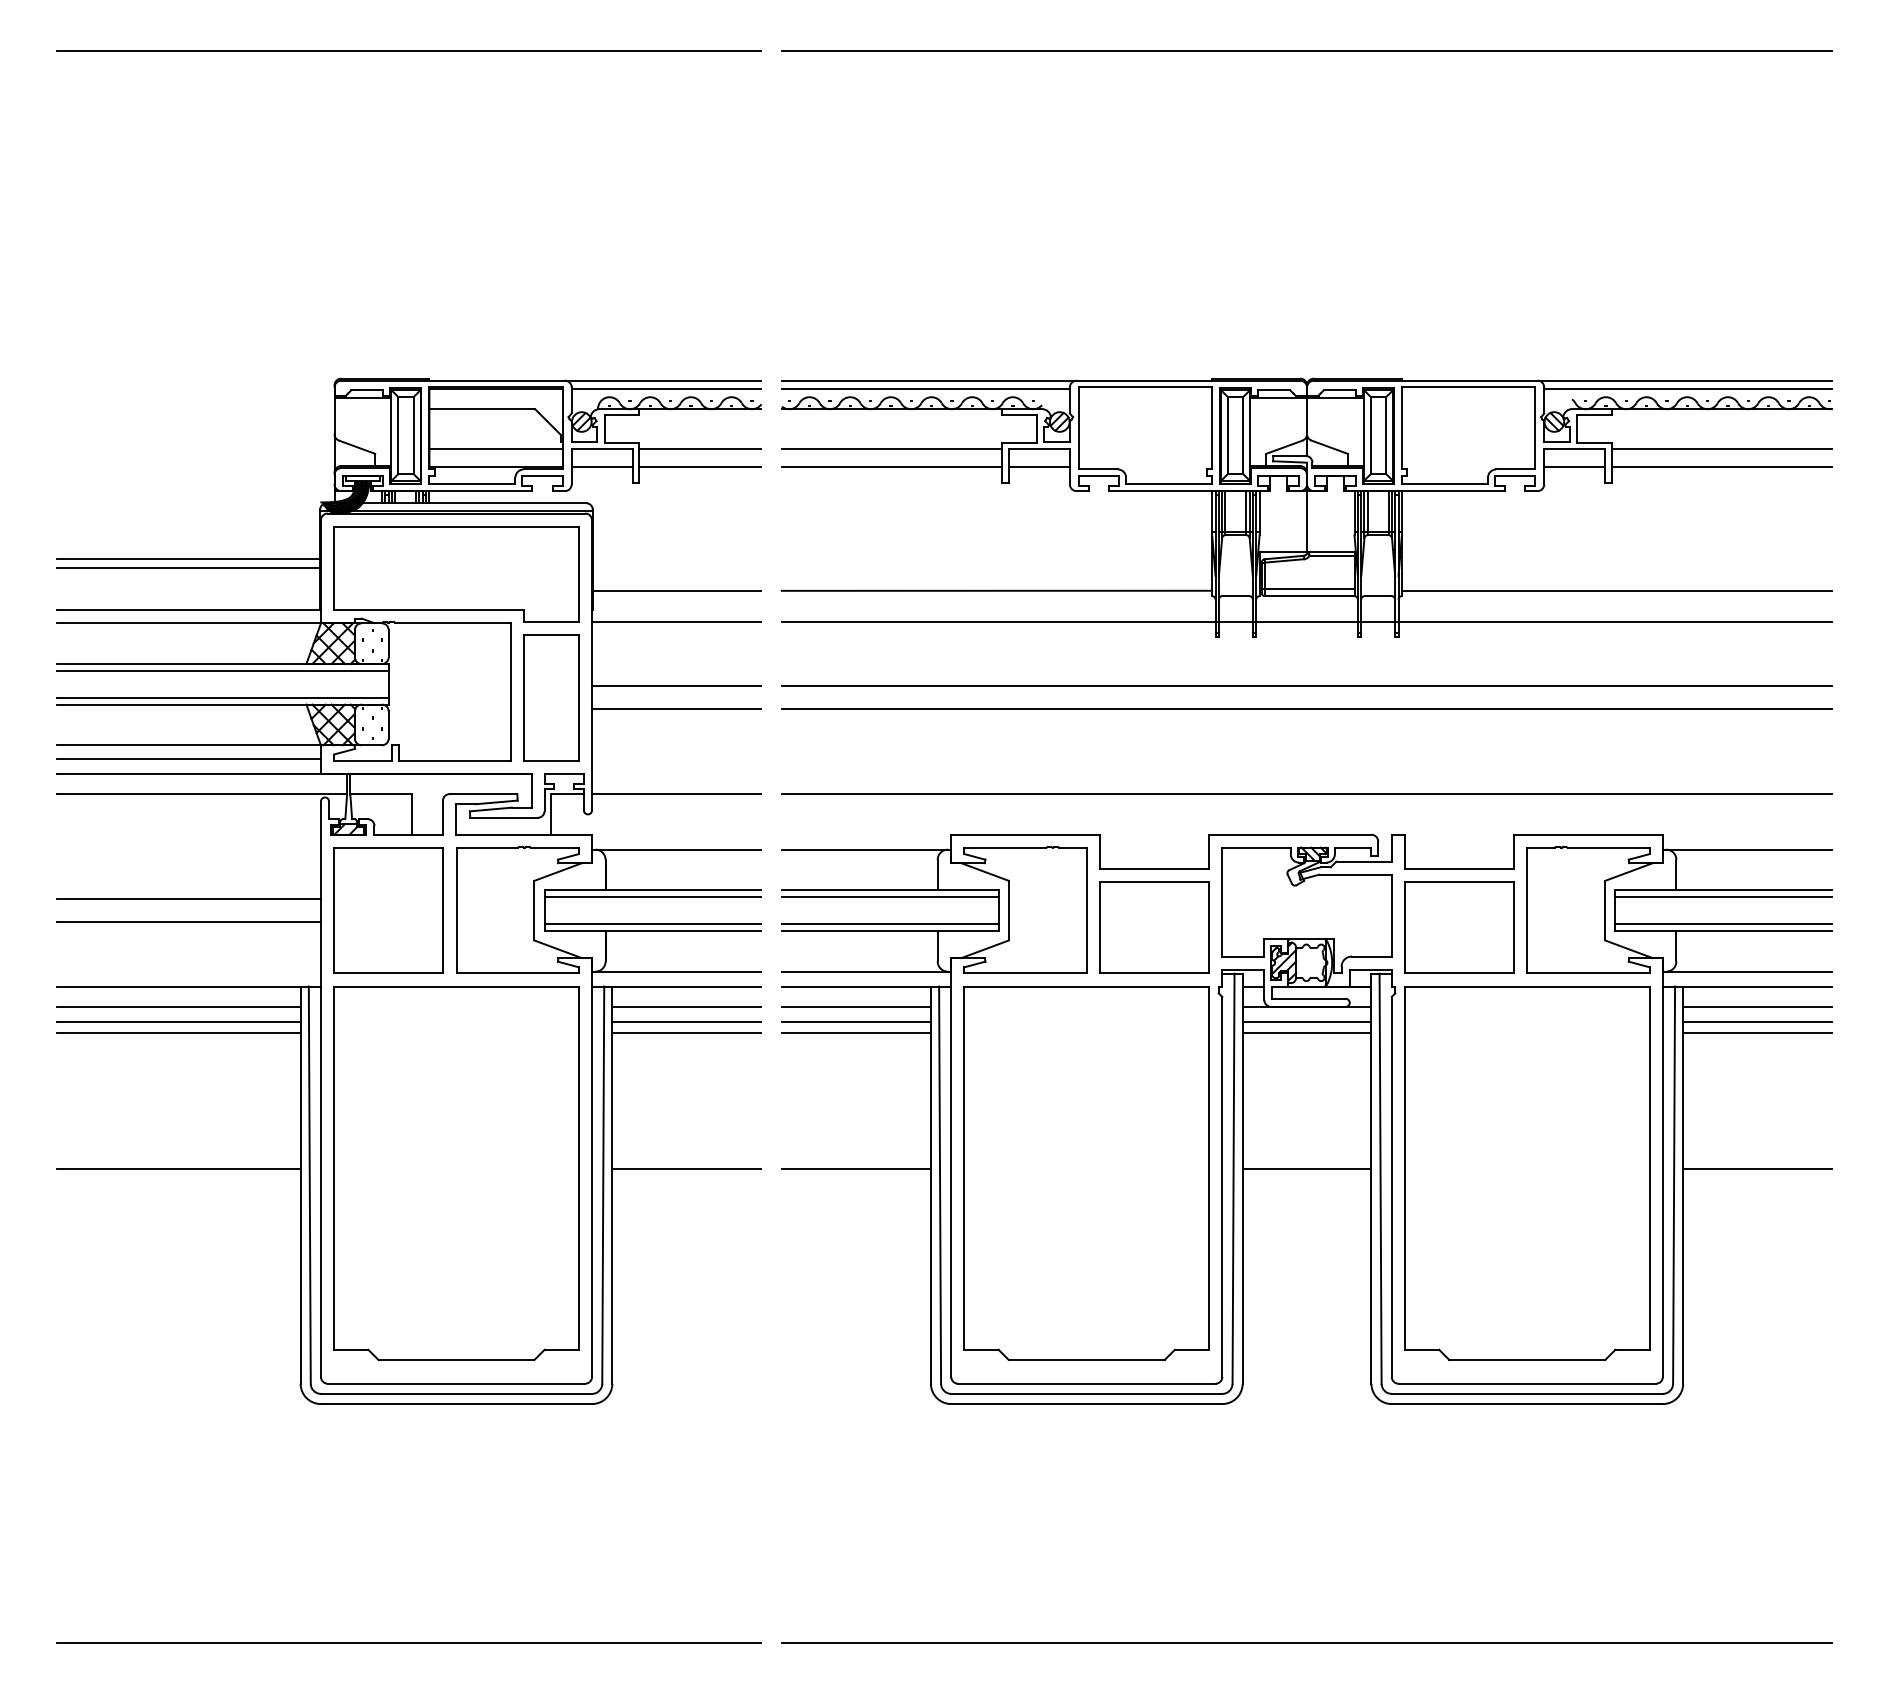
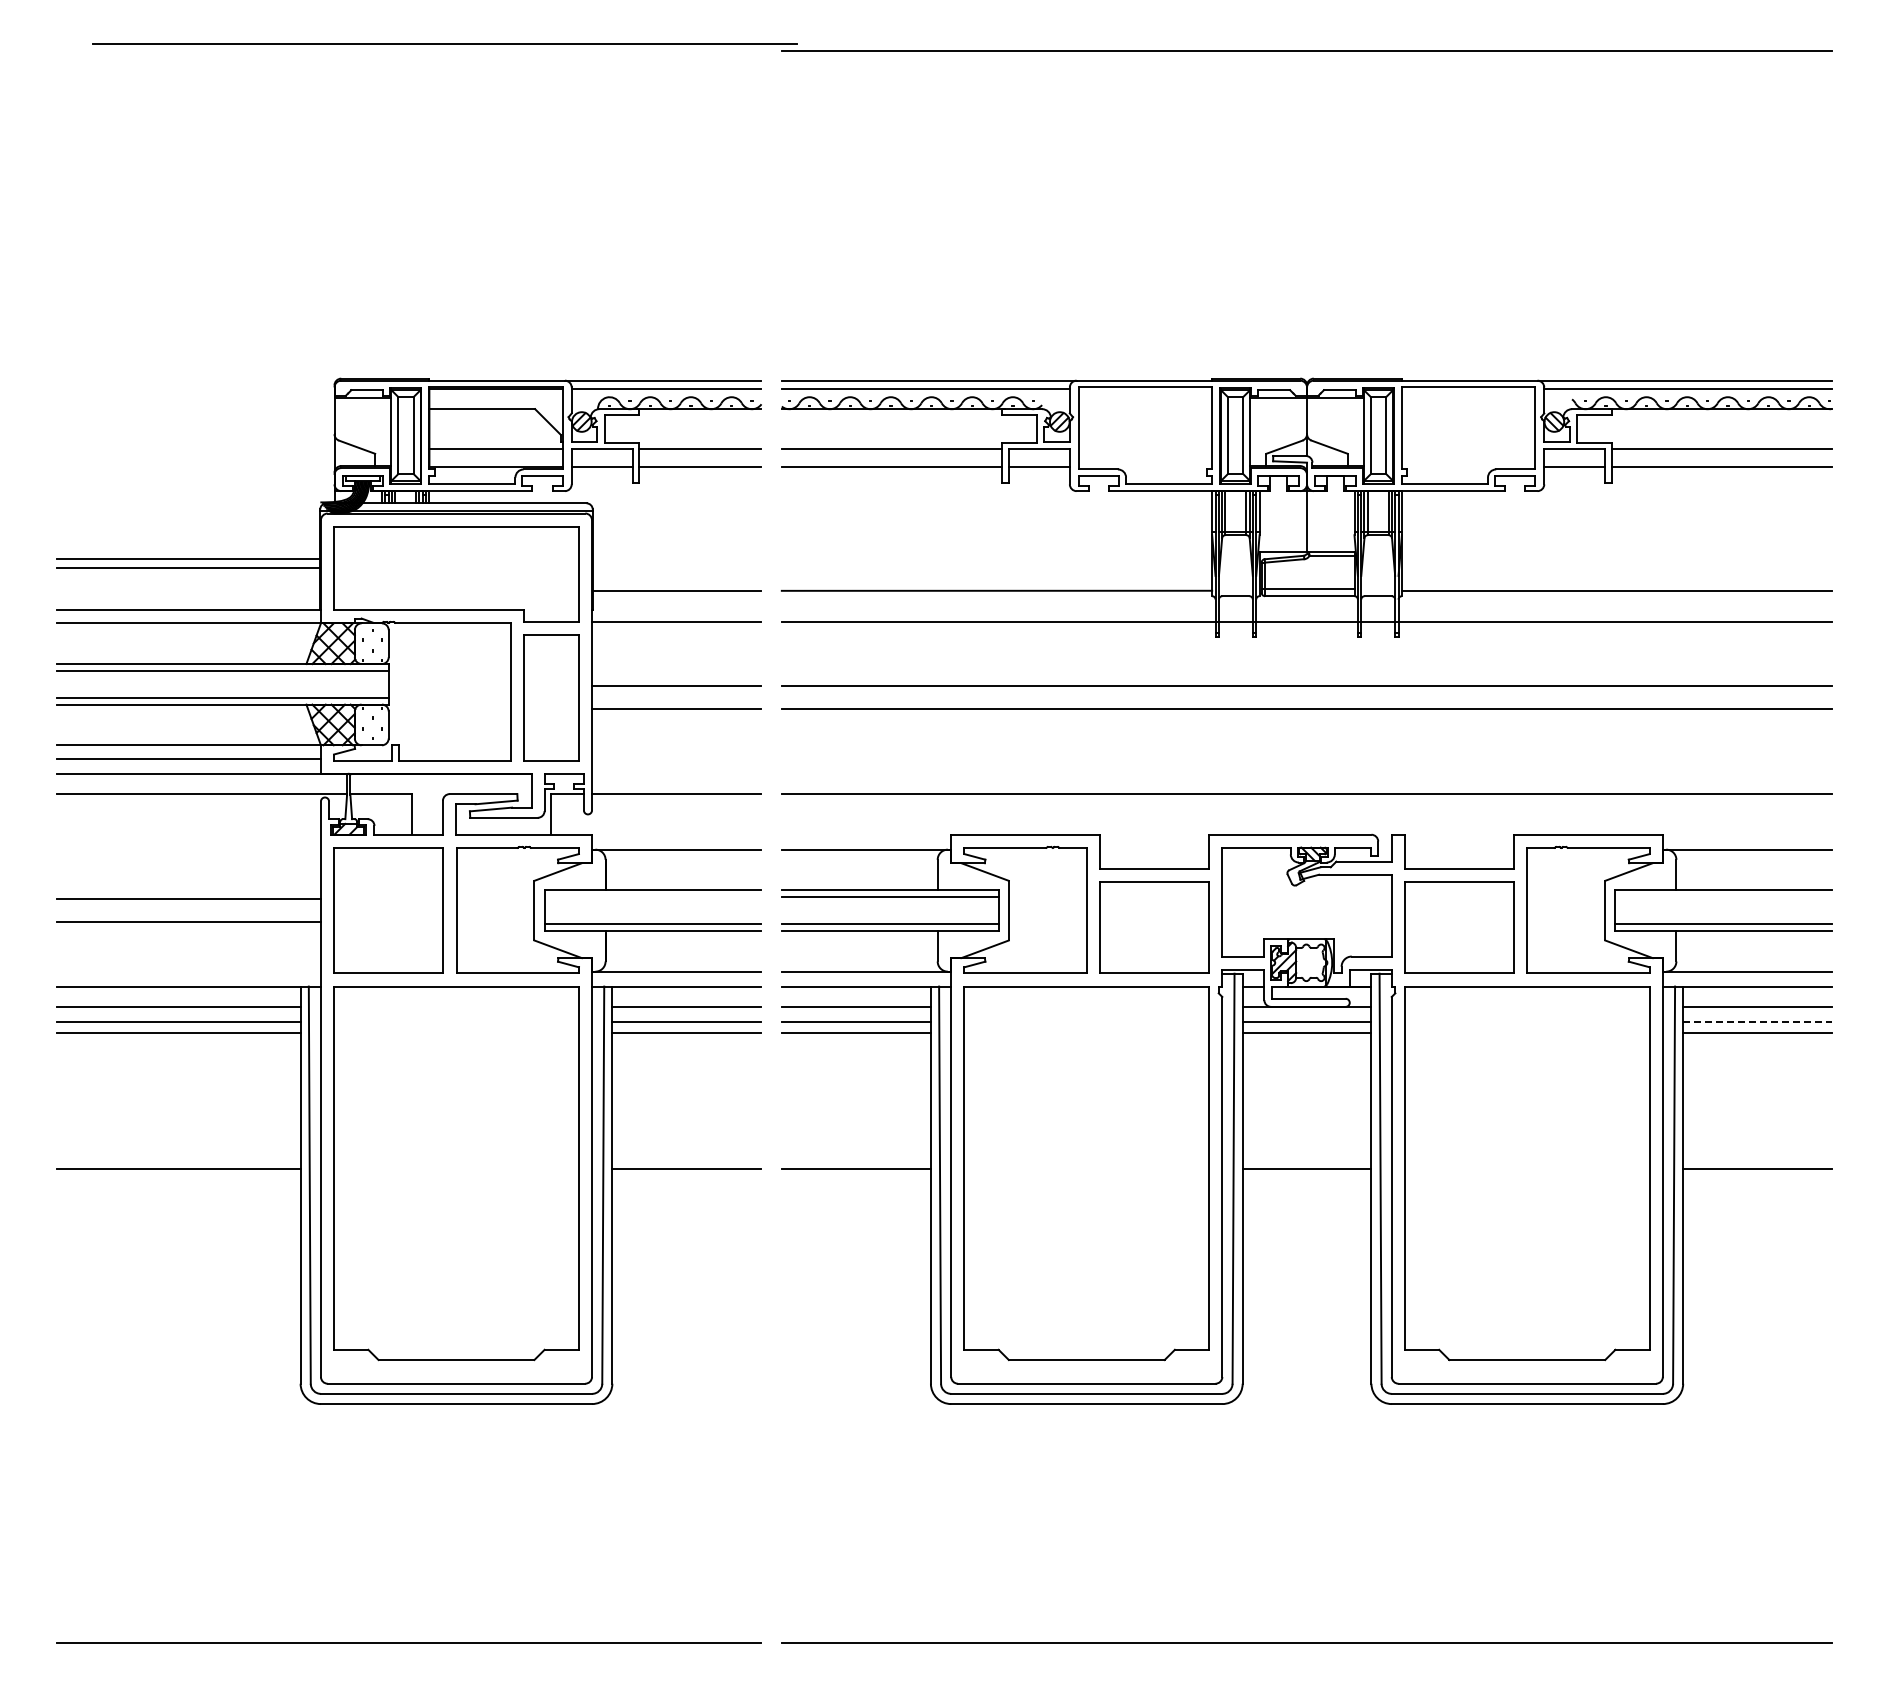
line at (408, 50) position: (408, 50) -> (444, 43)
line at (652, 897): present -> none
line at (1723, 897): present -> none
line at (1757, 1022): solid -> dashed
